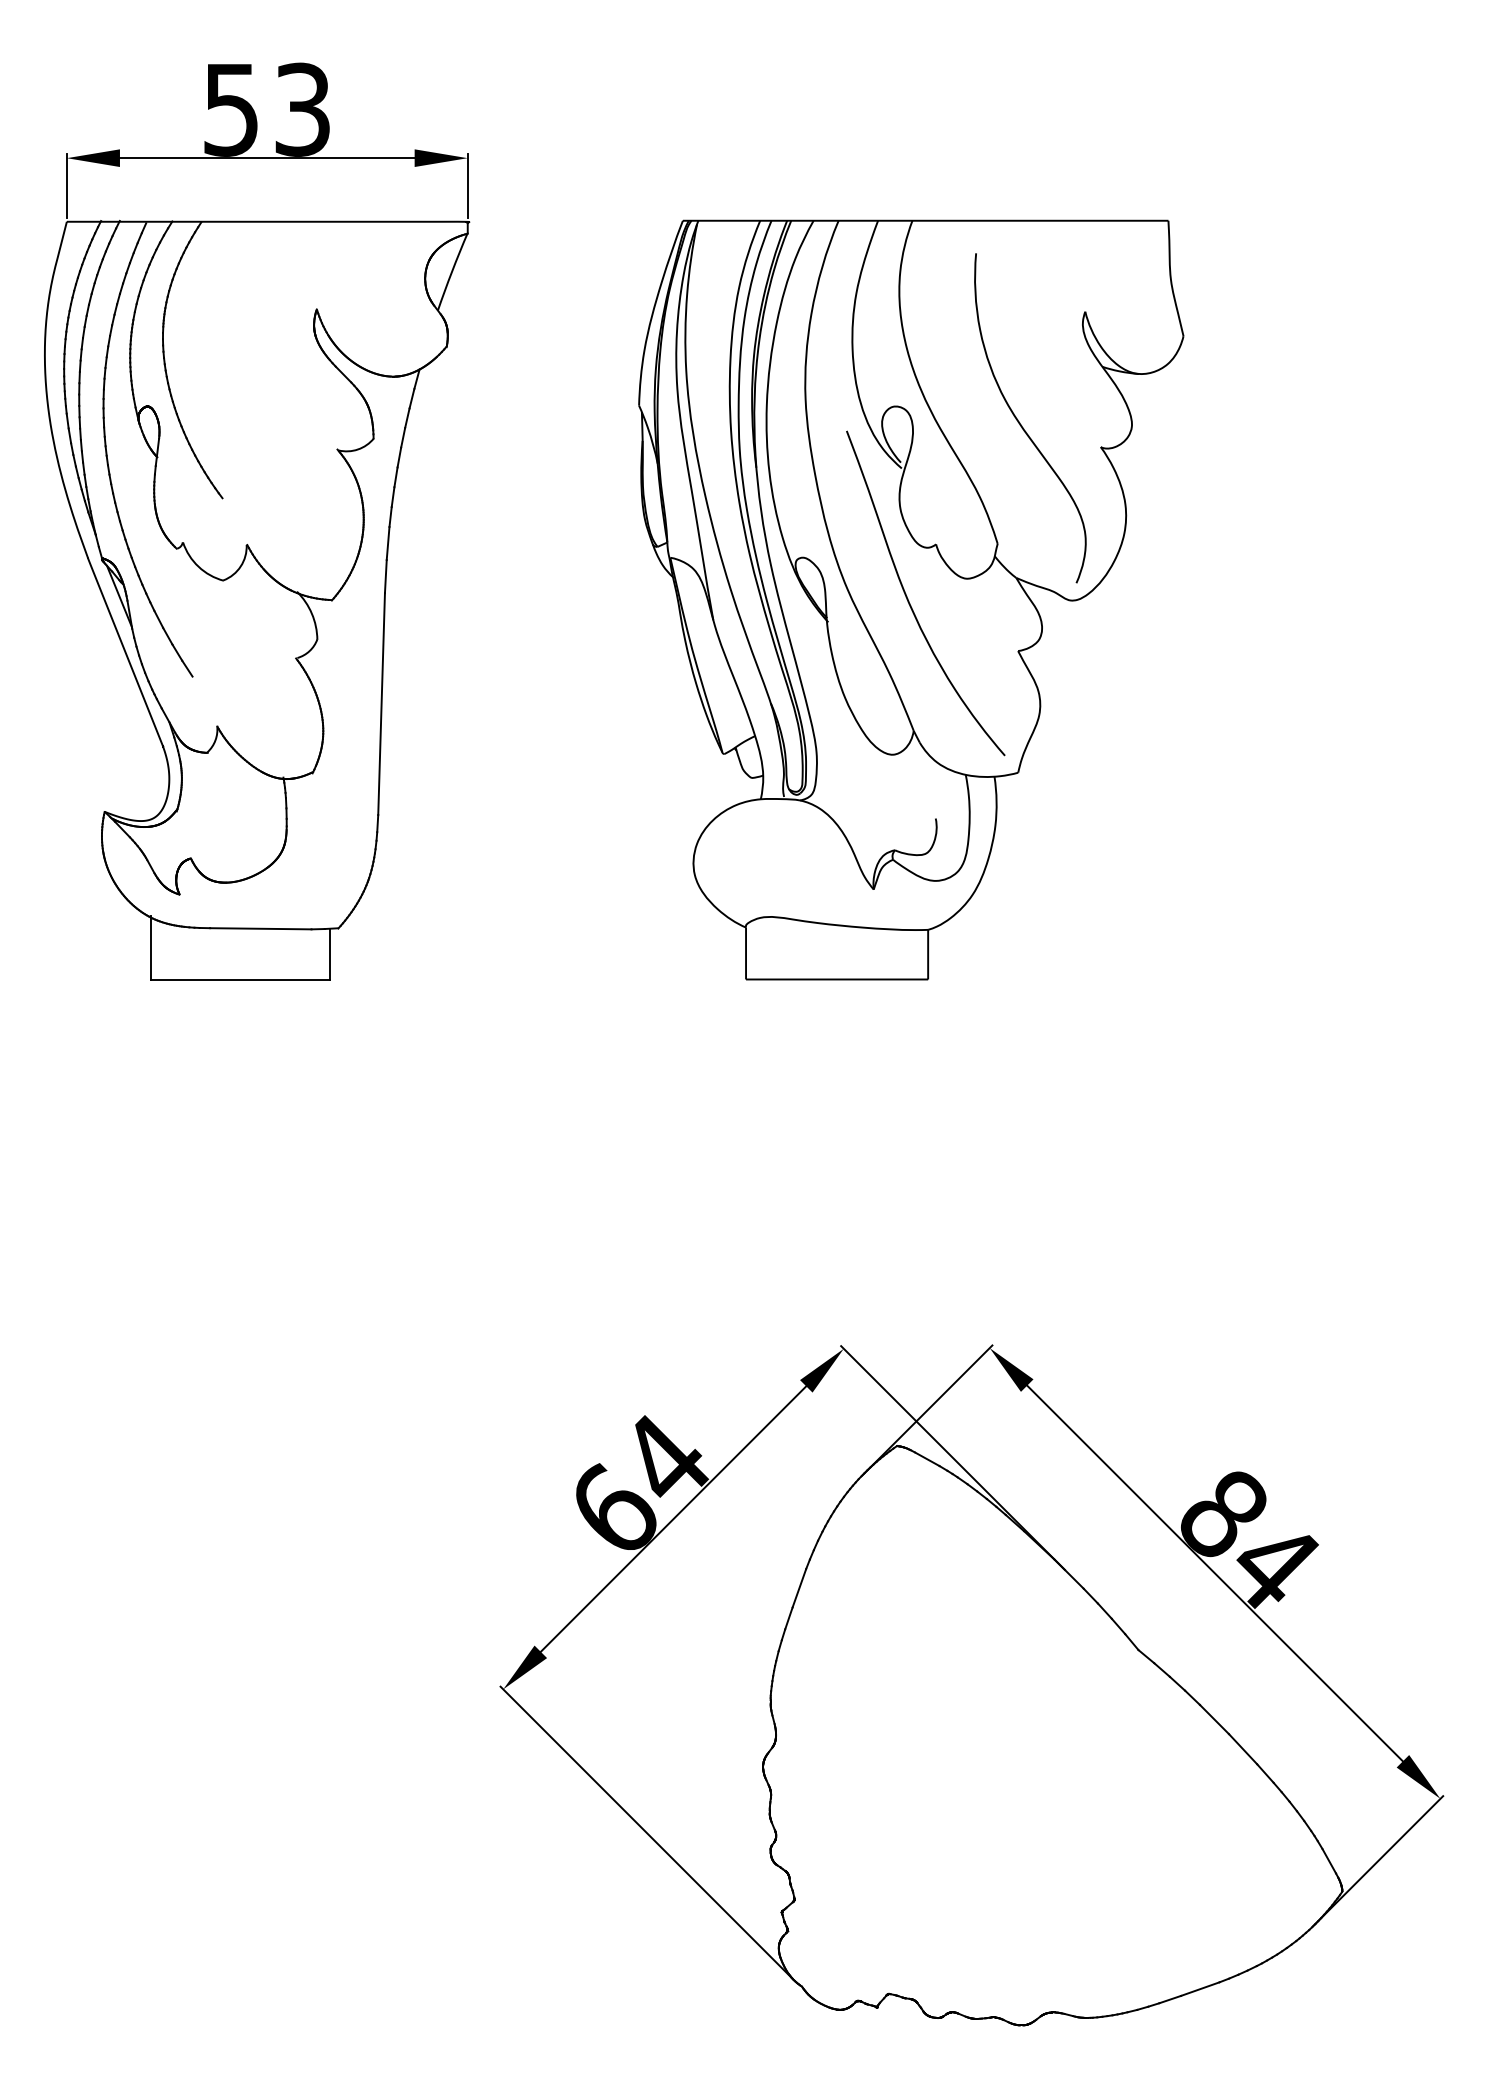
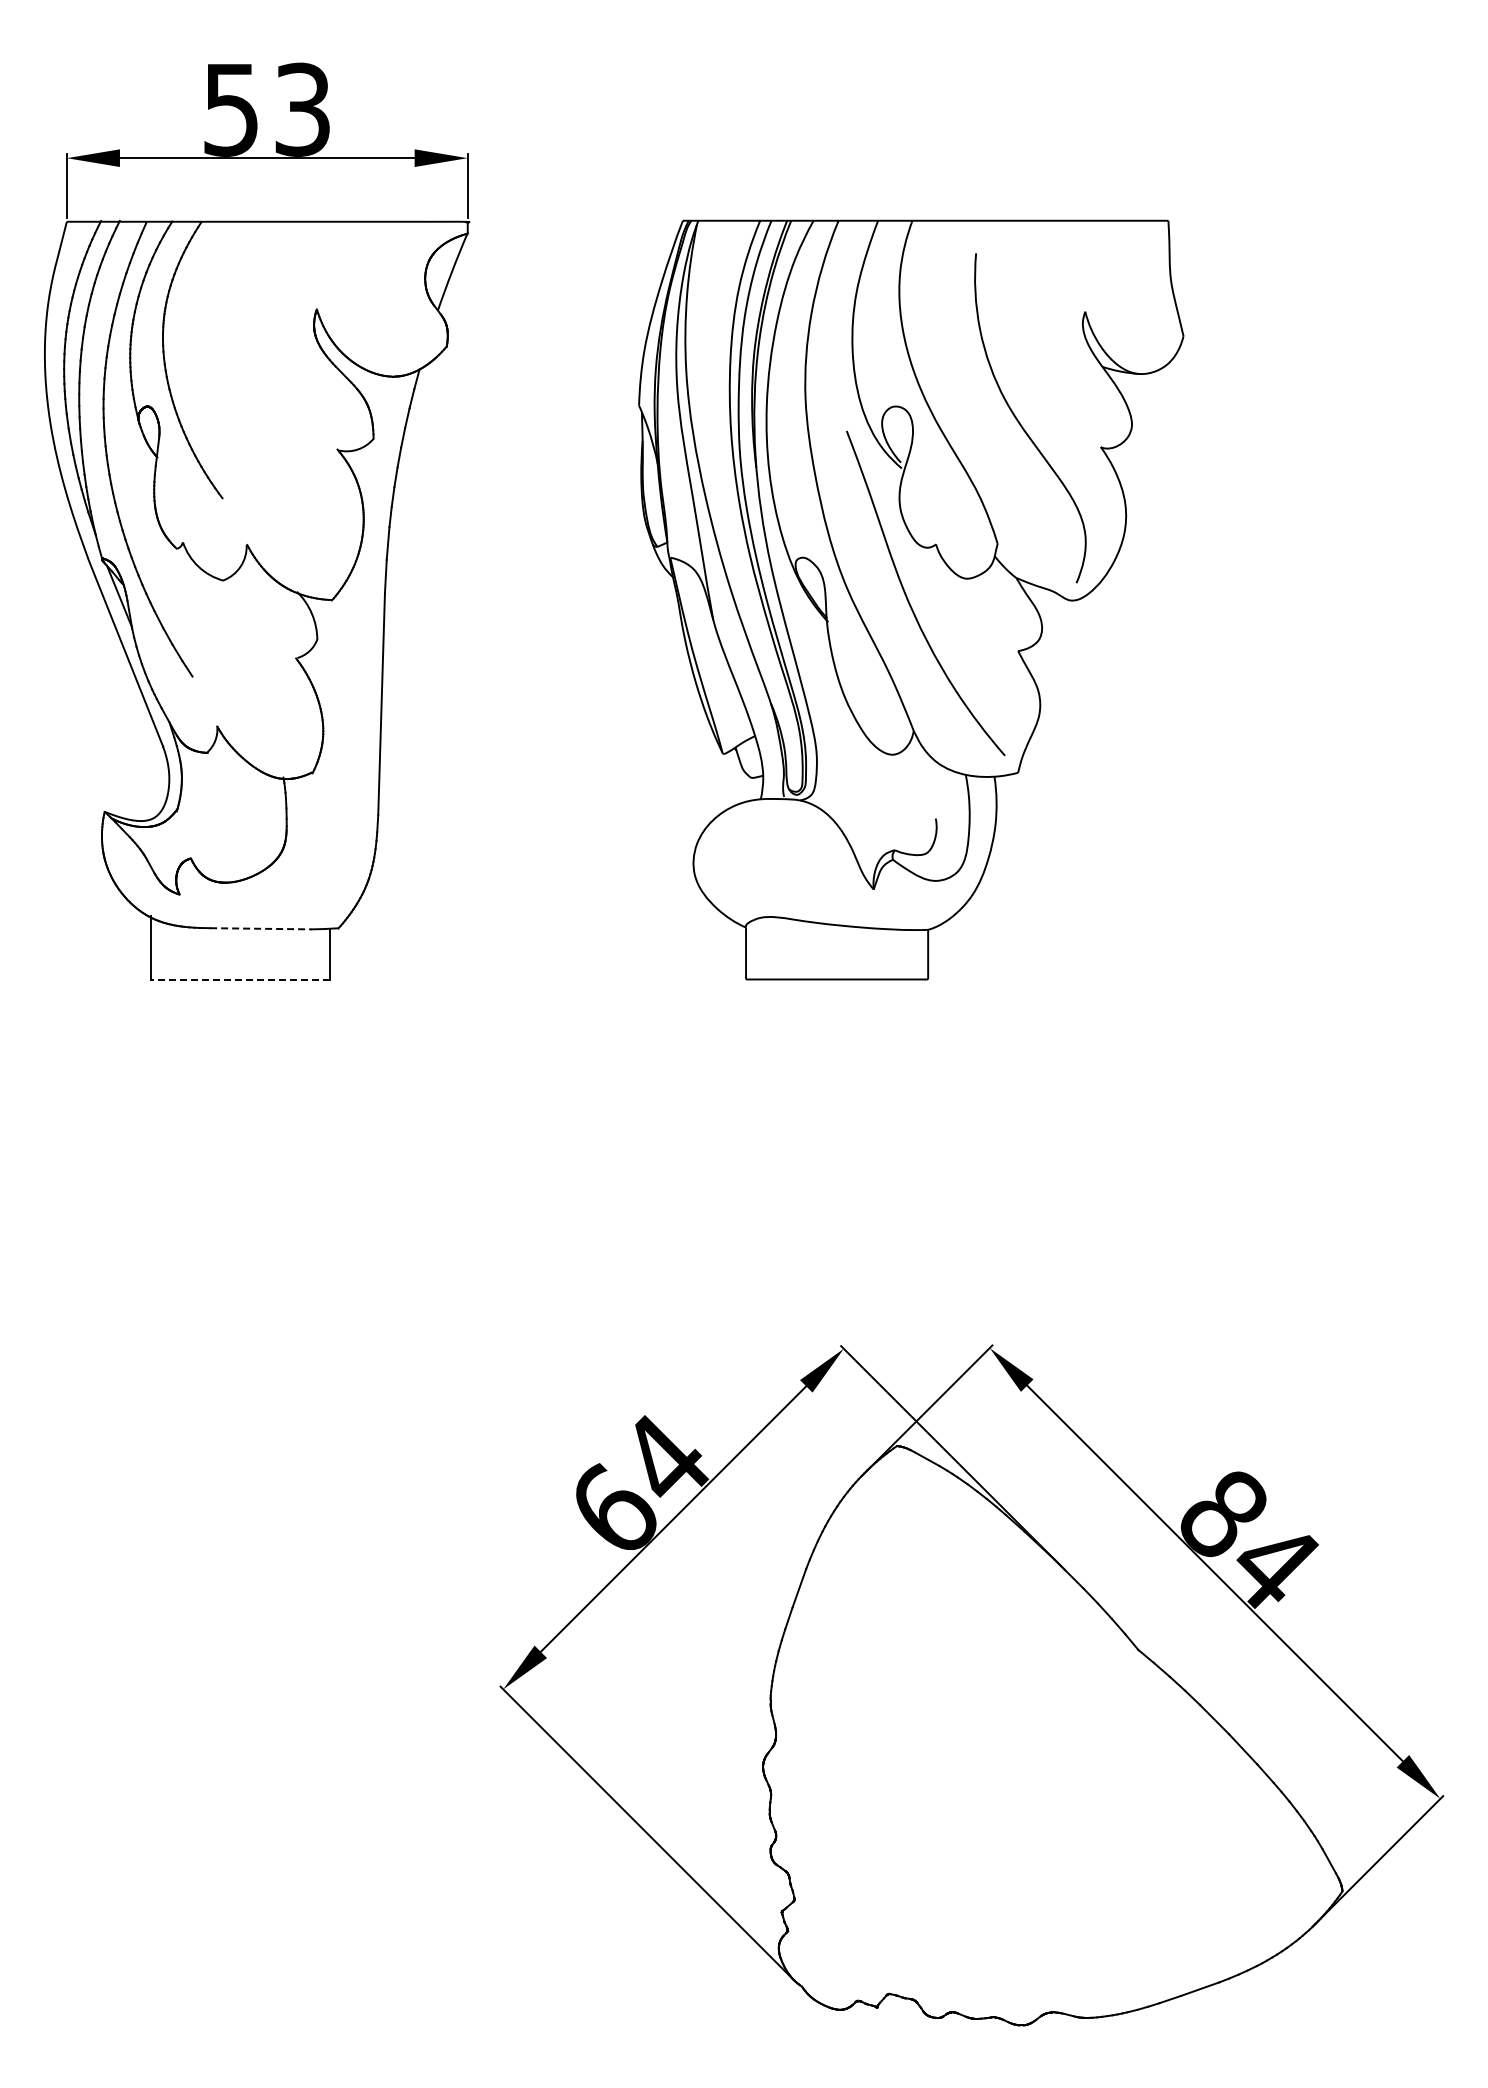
line at (260, 928): solid -> dashed
line at (240, 979): solid -> dashed
